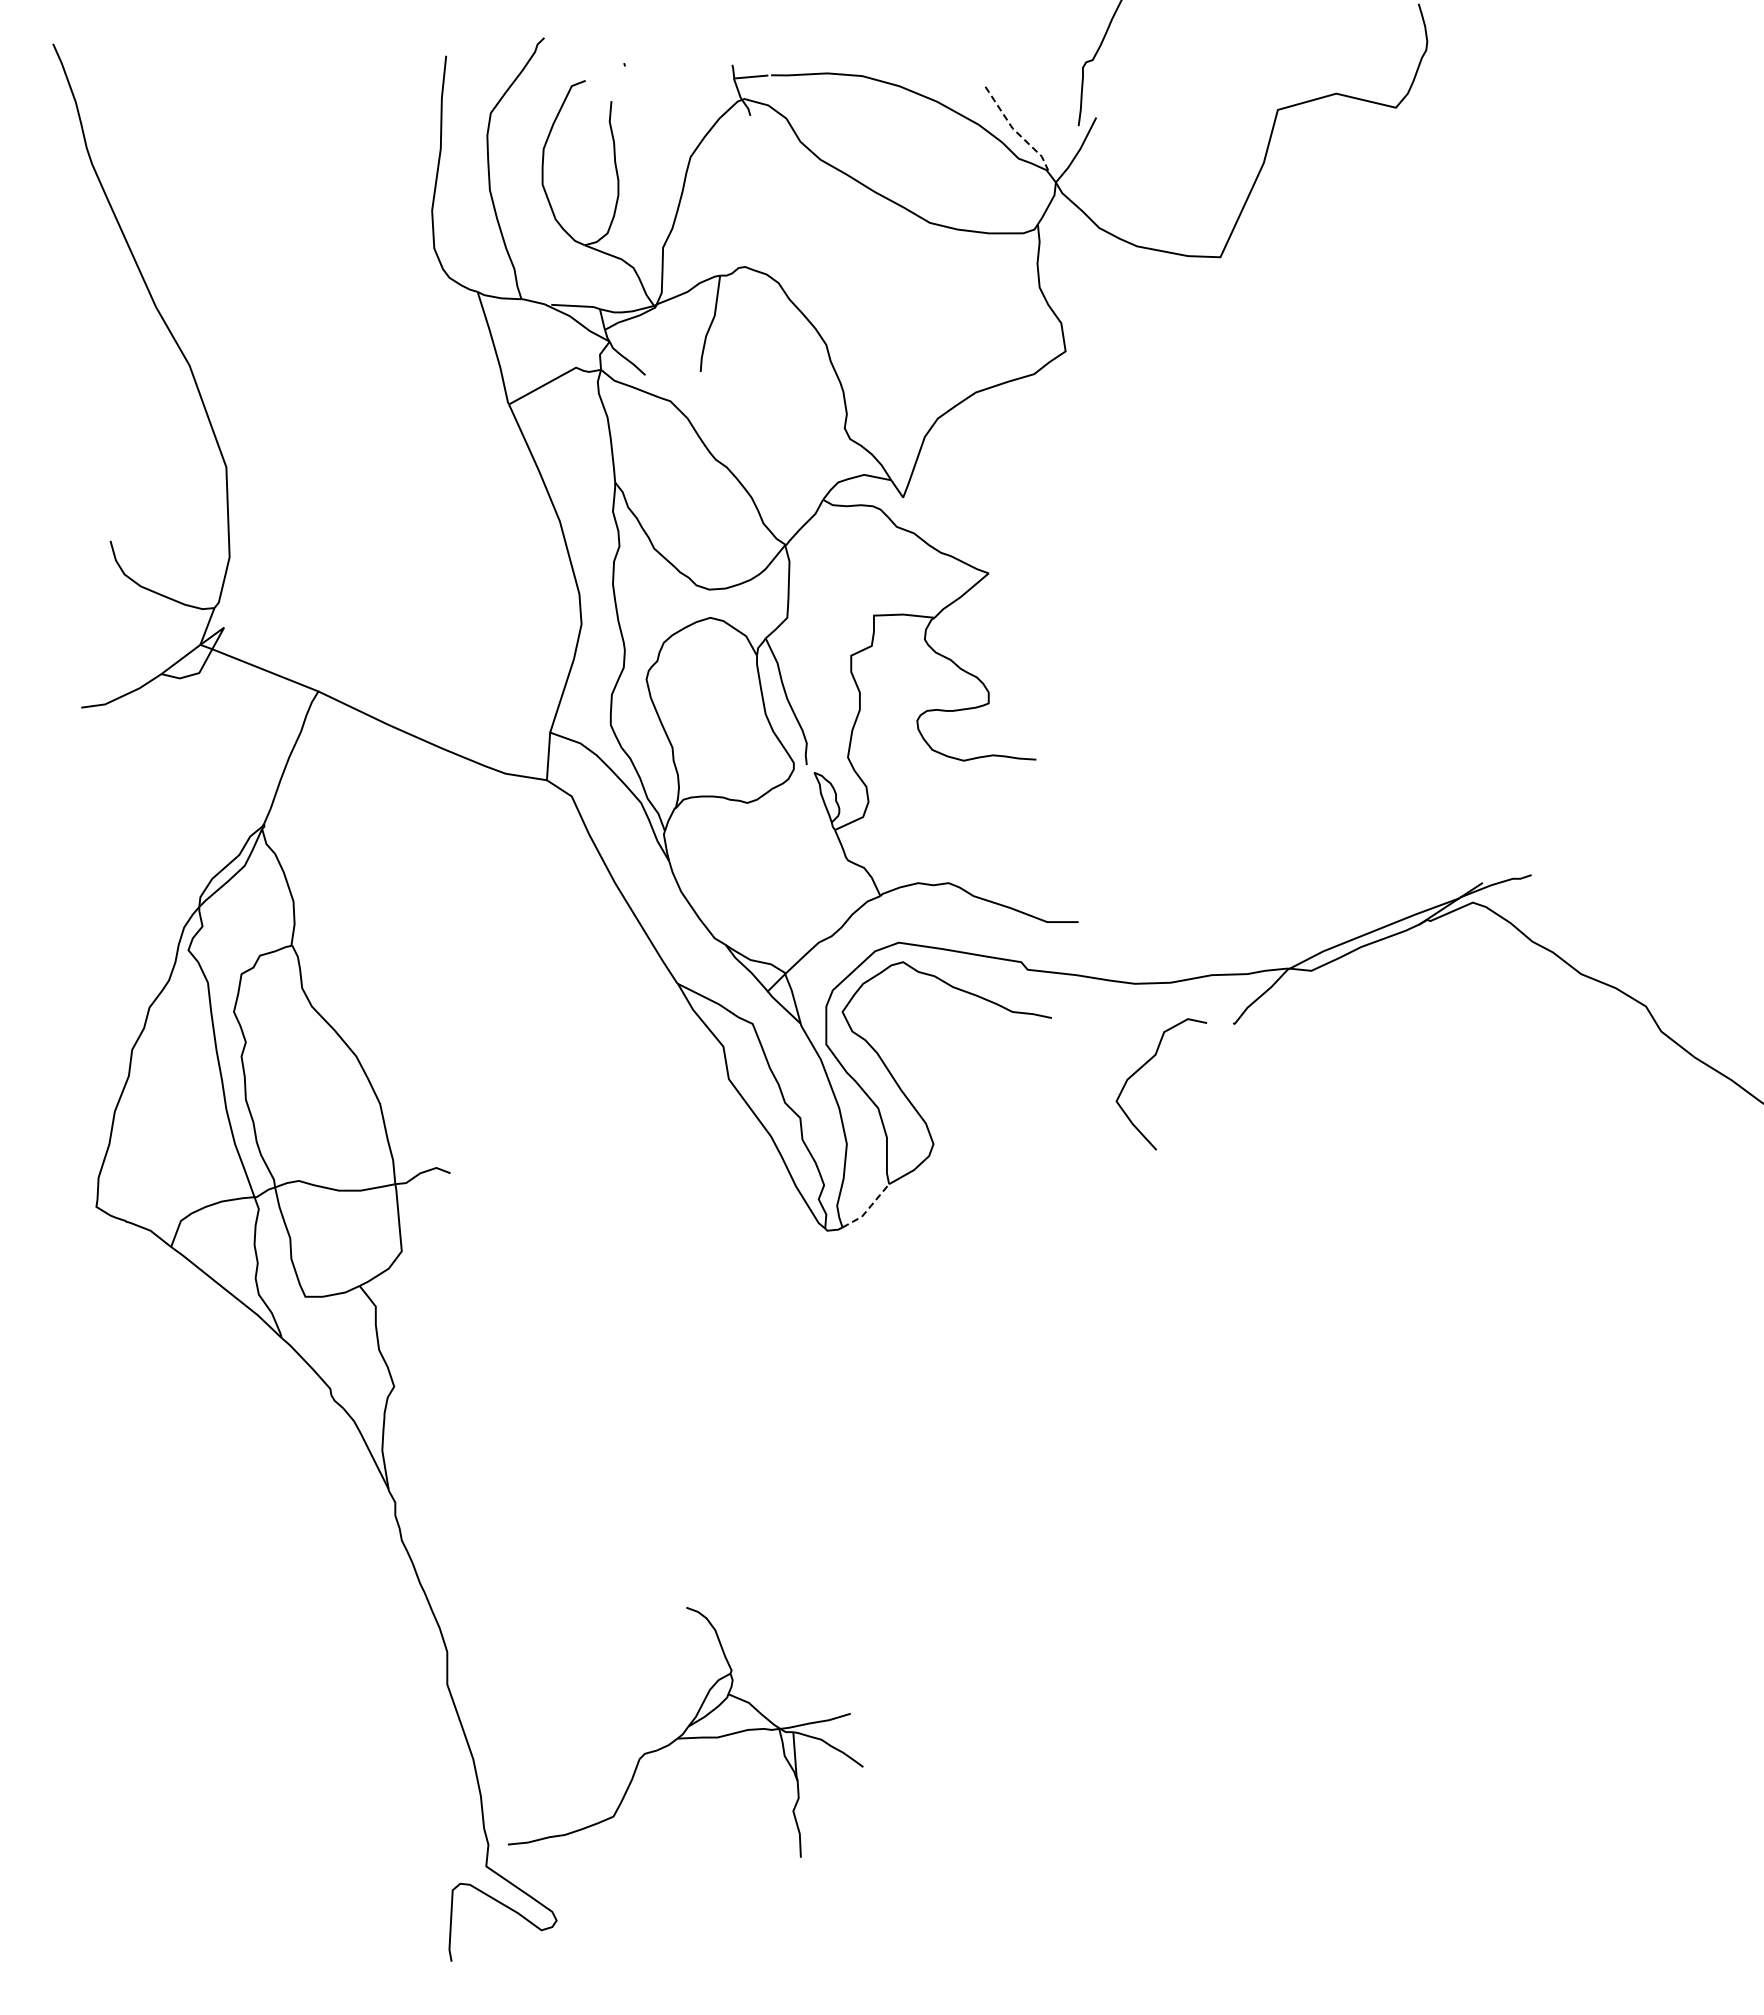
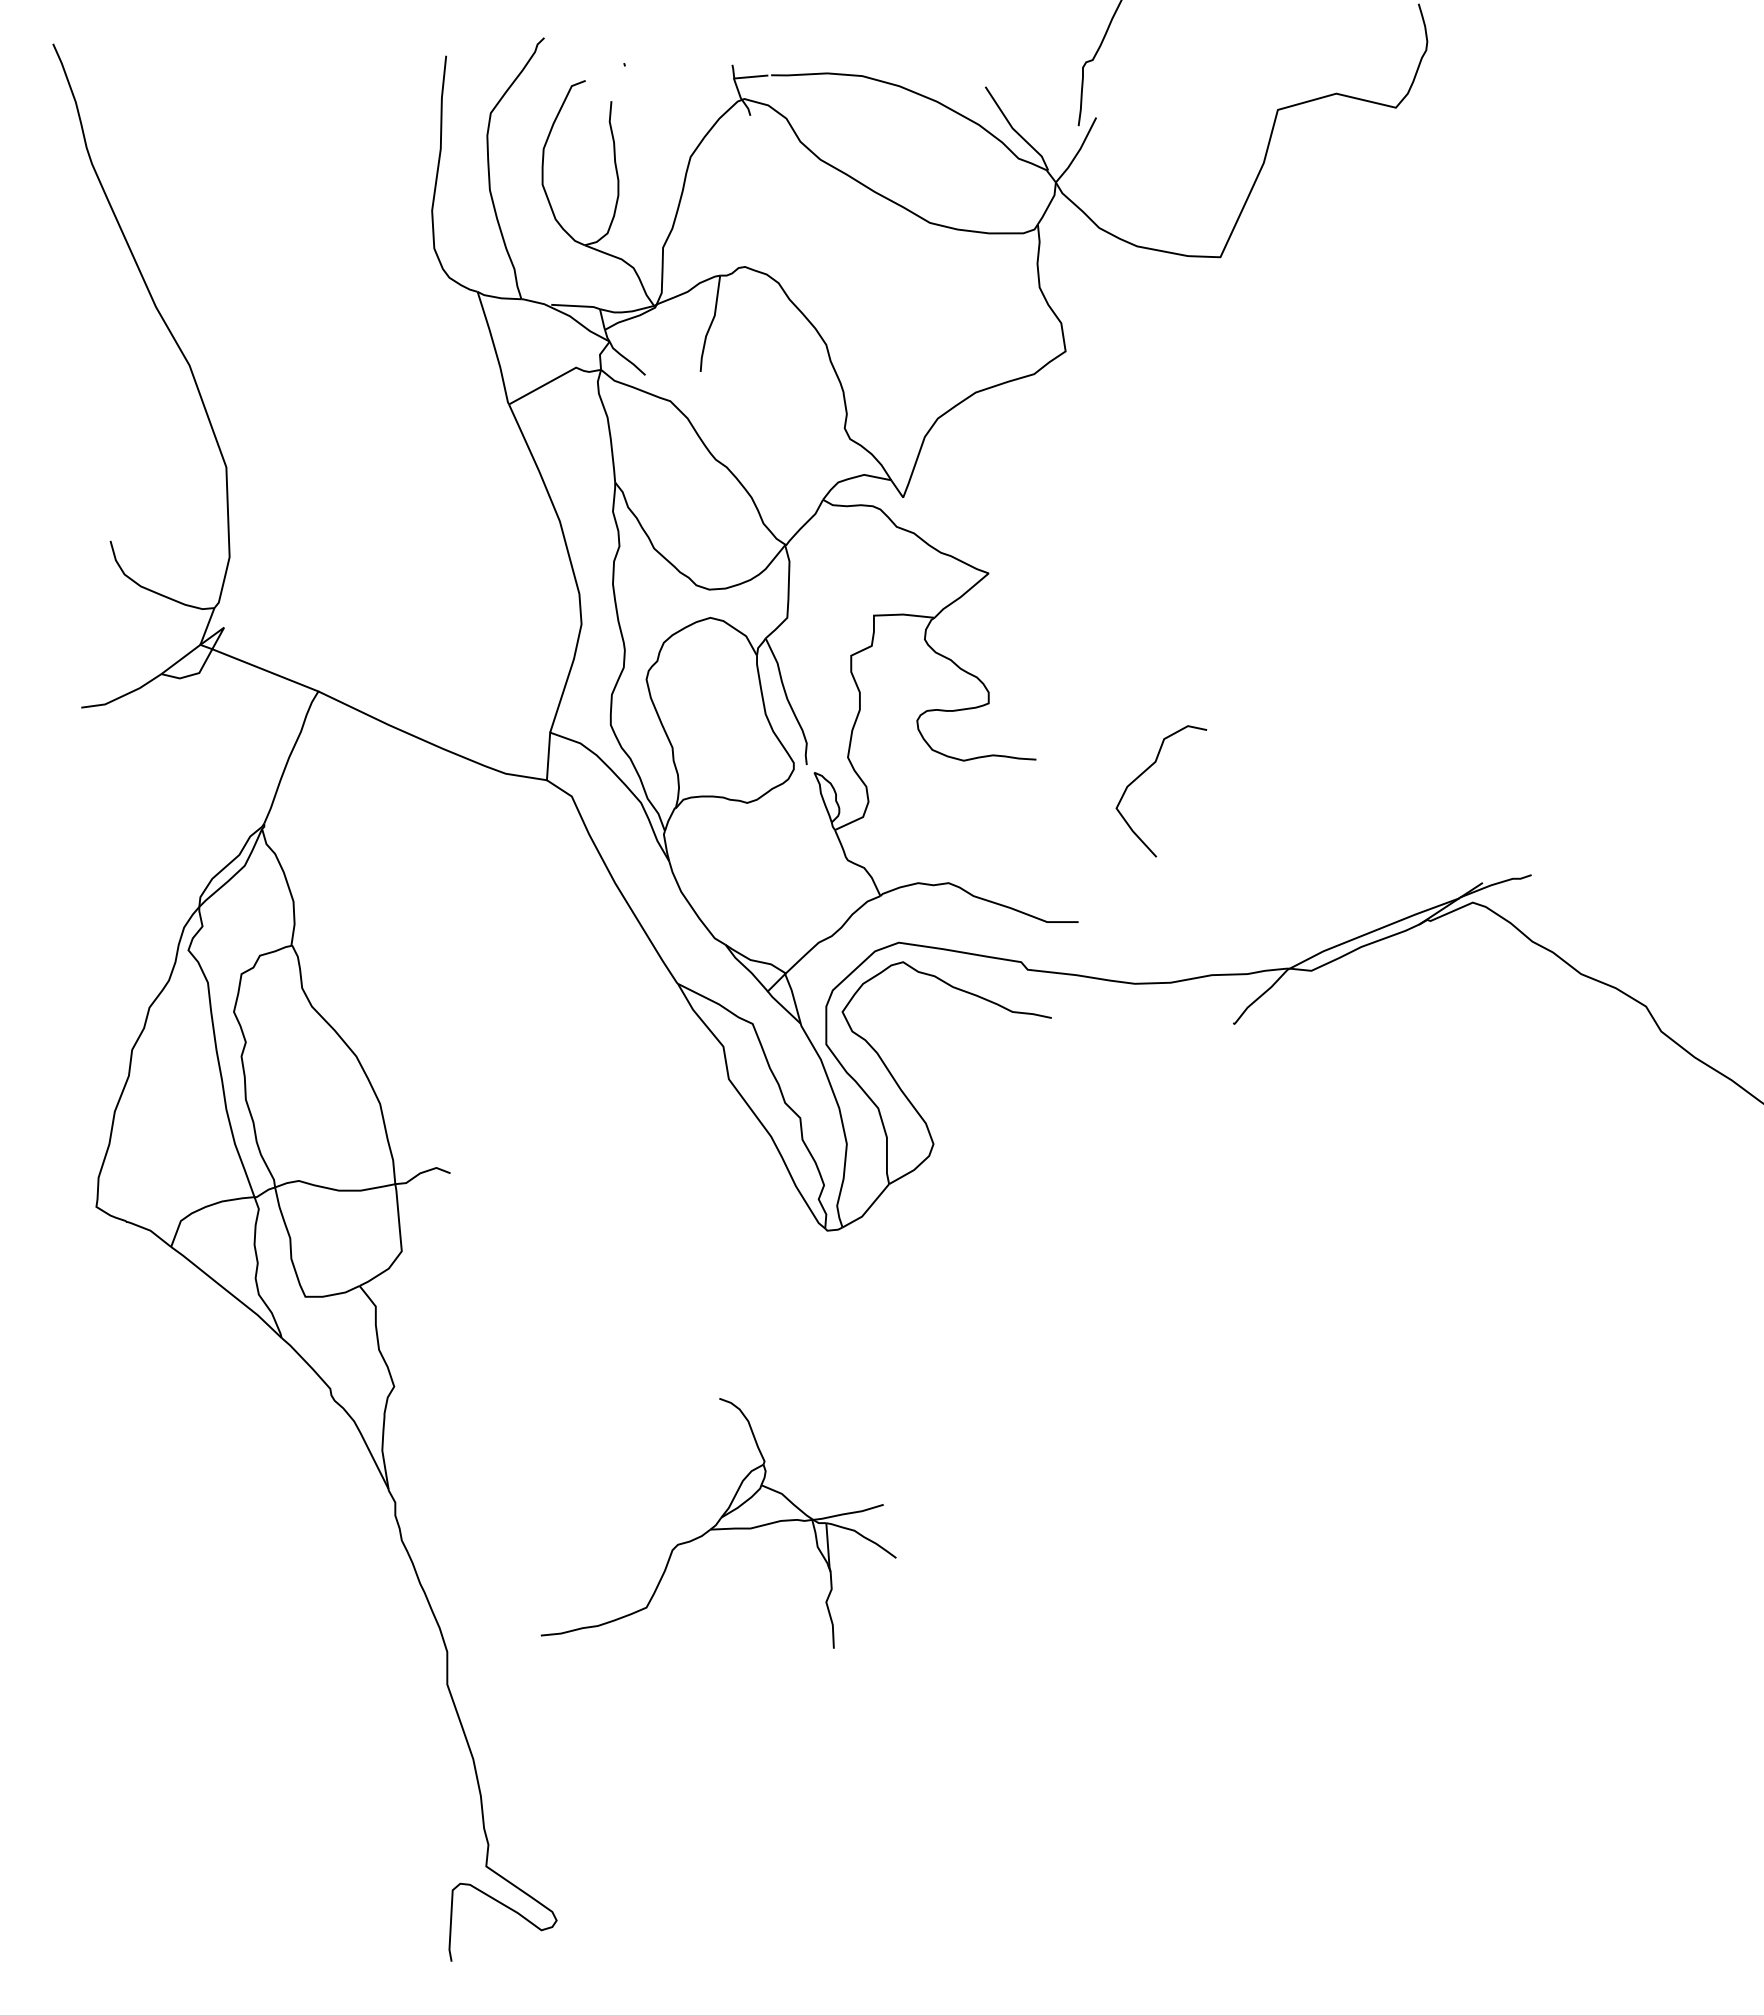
line at (1015, 131): dashed -> solid
curve at (1146, 1064) position: (1146, 1064) -> (1146, 771)
line at (868, 1209): dashed -> solid
part at (685, 1732) position: (685, 1732) -> (718, 1523)
